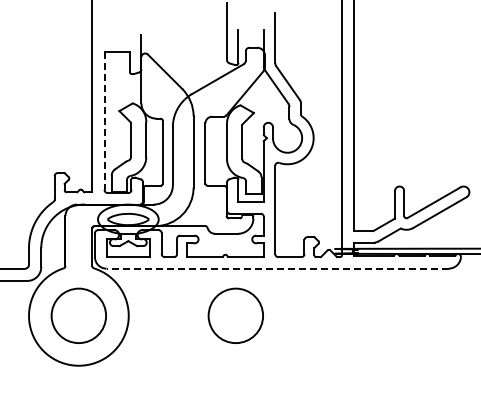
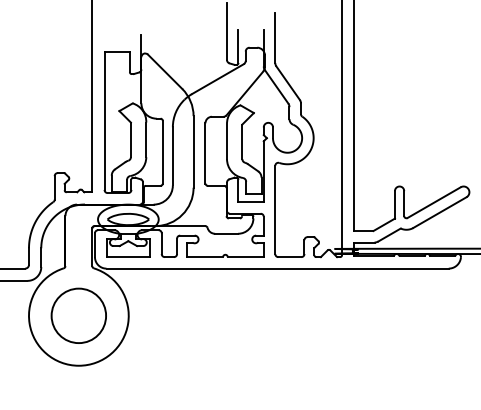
line at (104, 121): dashed -> solid
line at (277, 268): dashed -> solid
circle at (235, 315): present -> none
